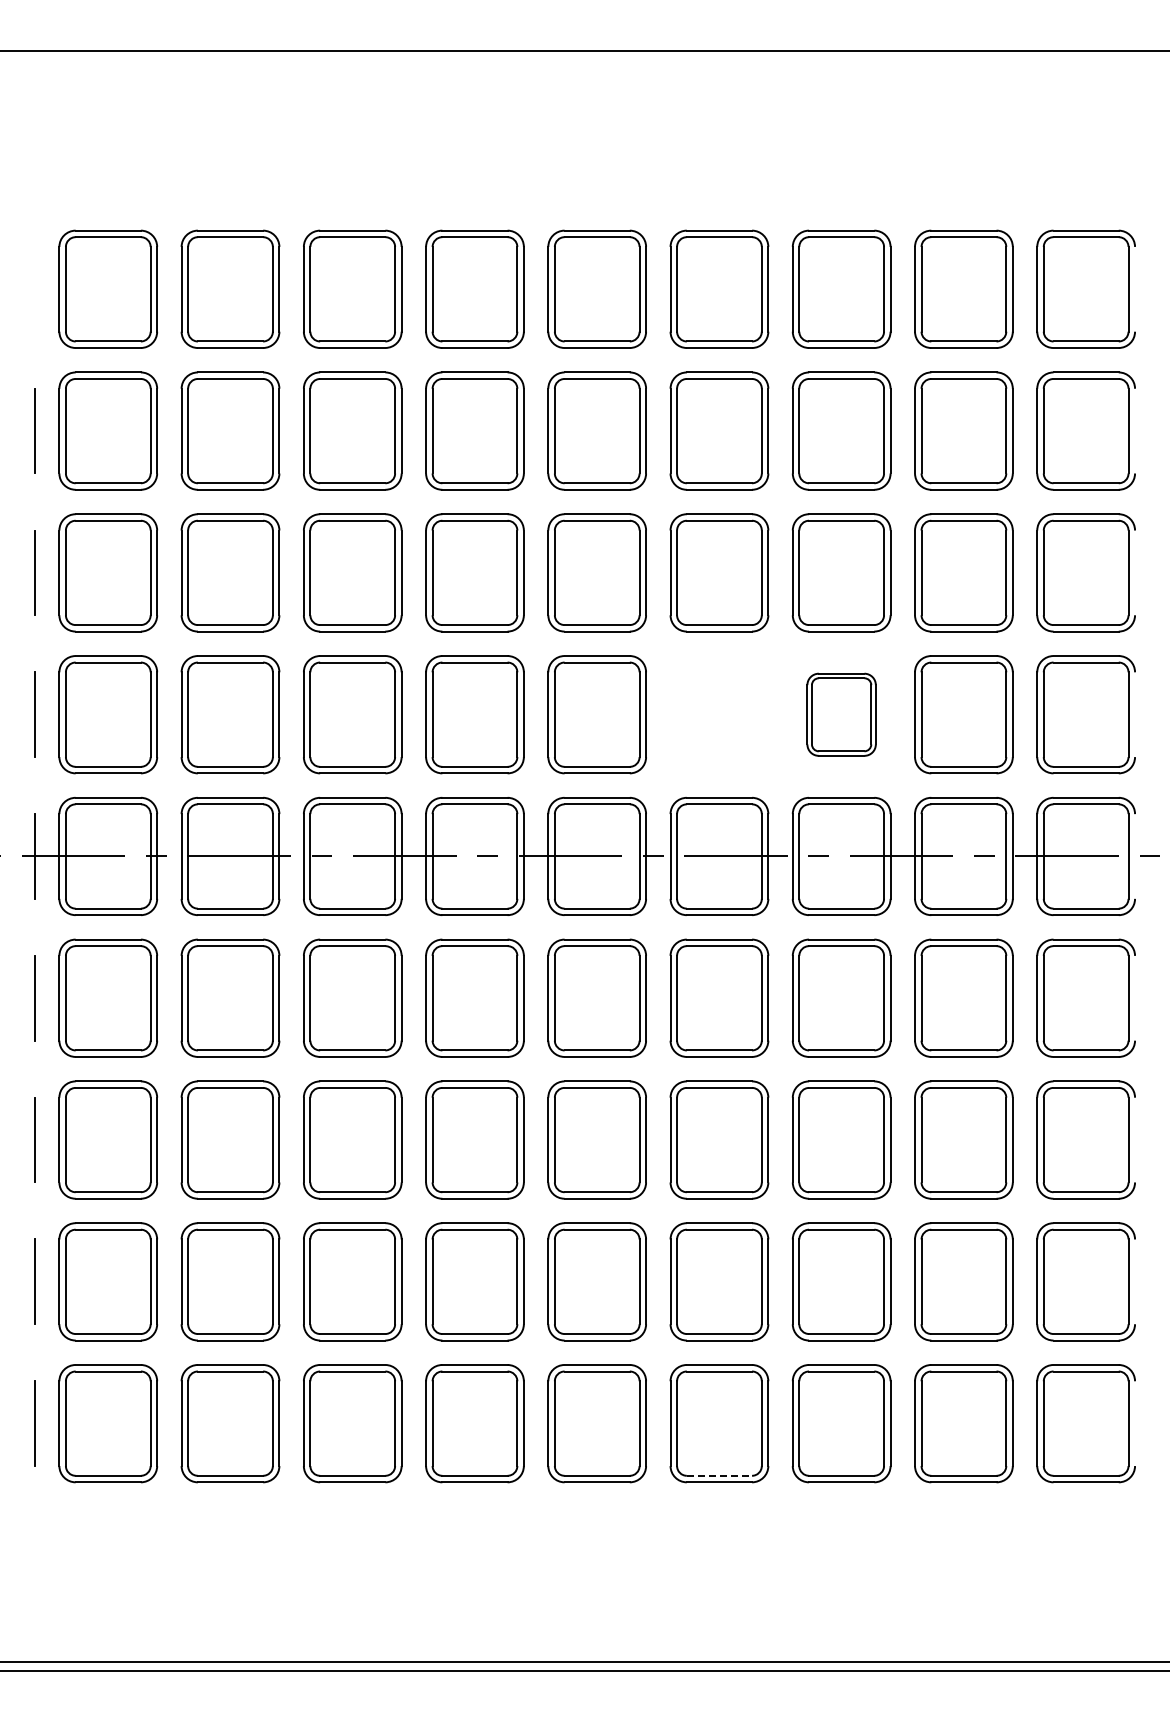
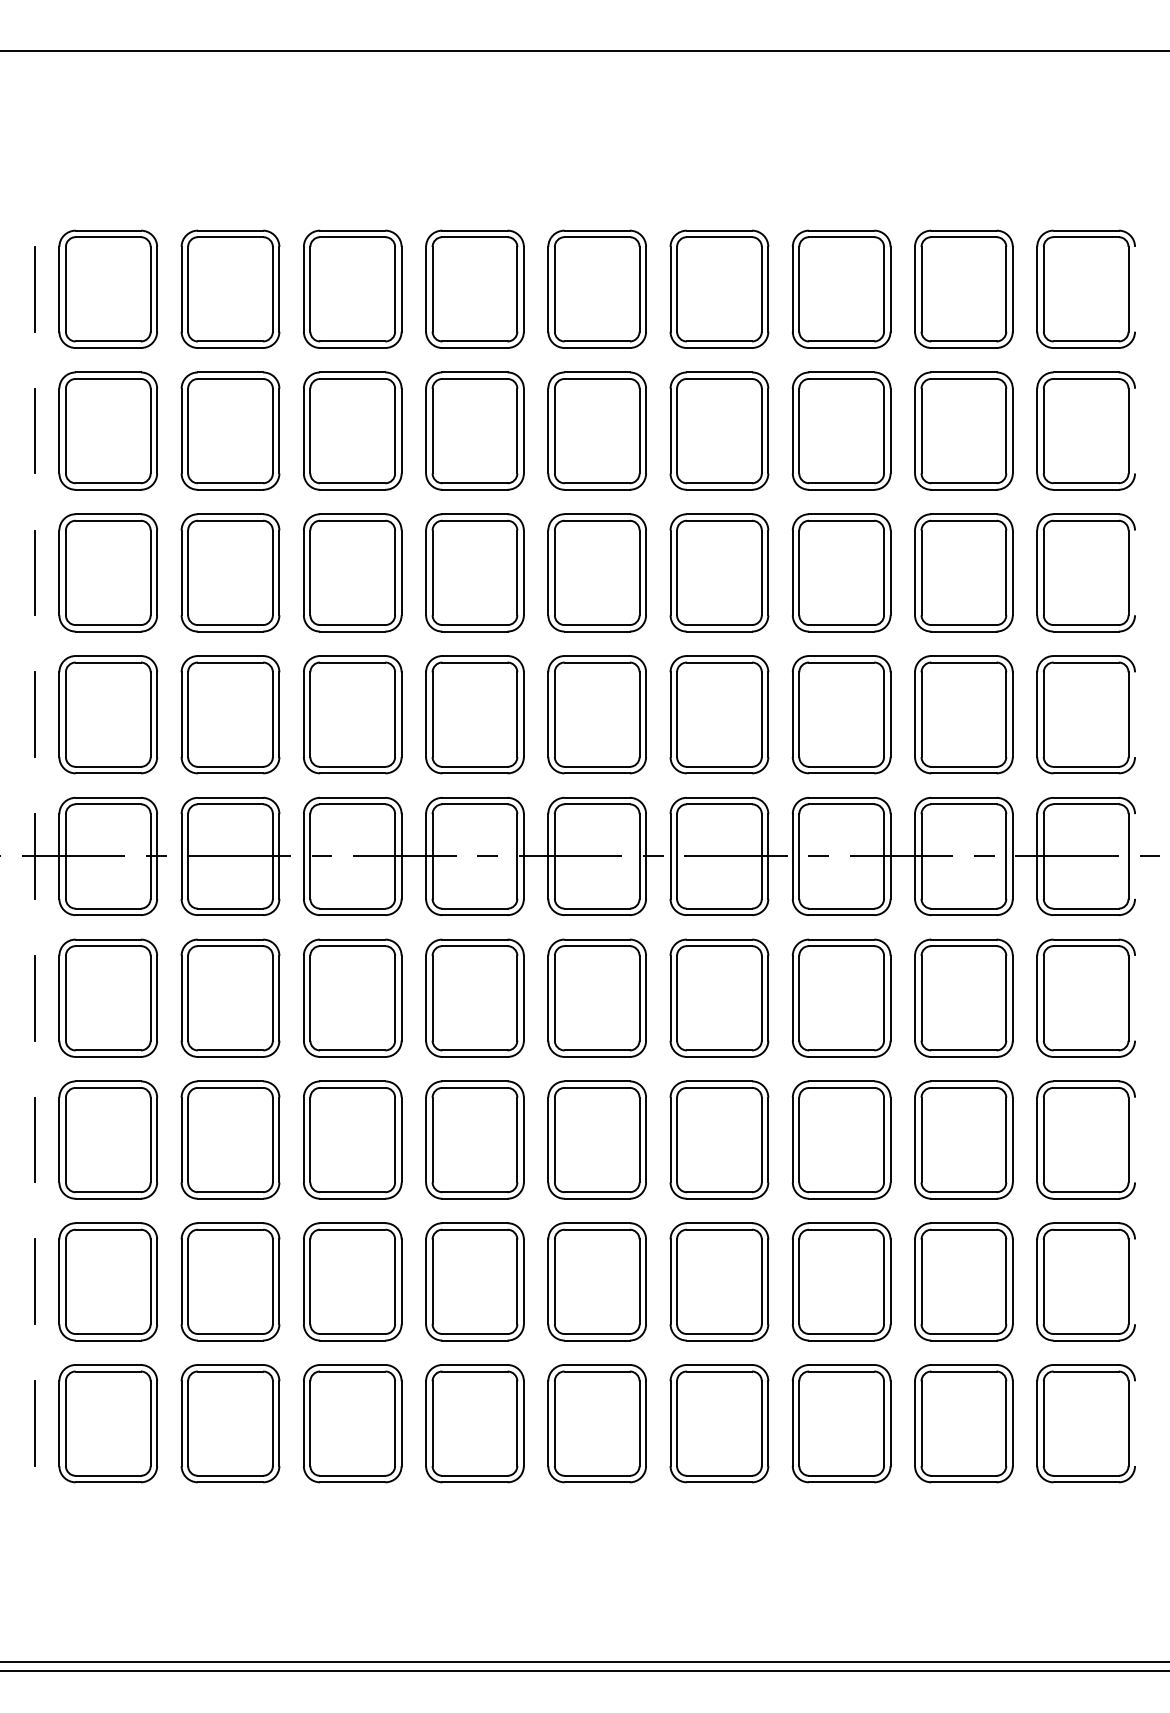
line at (34, 288): none -> present
part at (719, 714): none -> present
part at (841, 714) size: 71x85 px -> 101x120 px
line at (719, 1475): dashed -> solid
